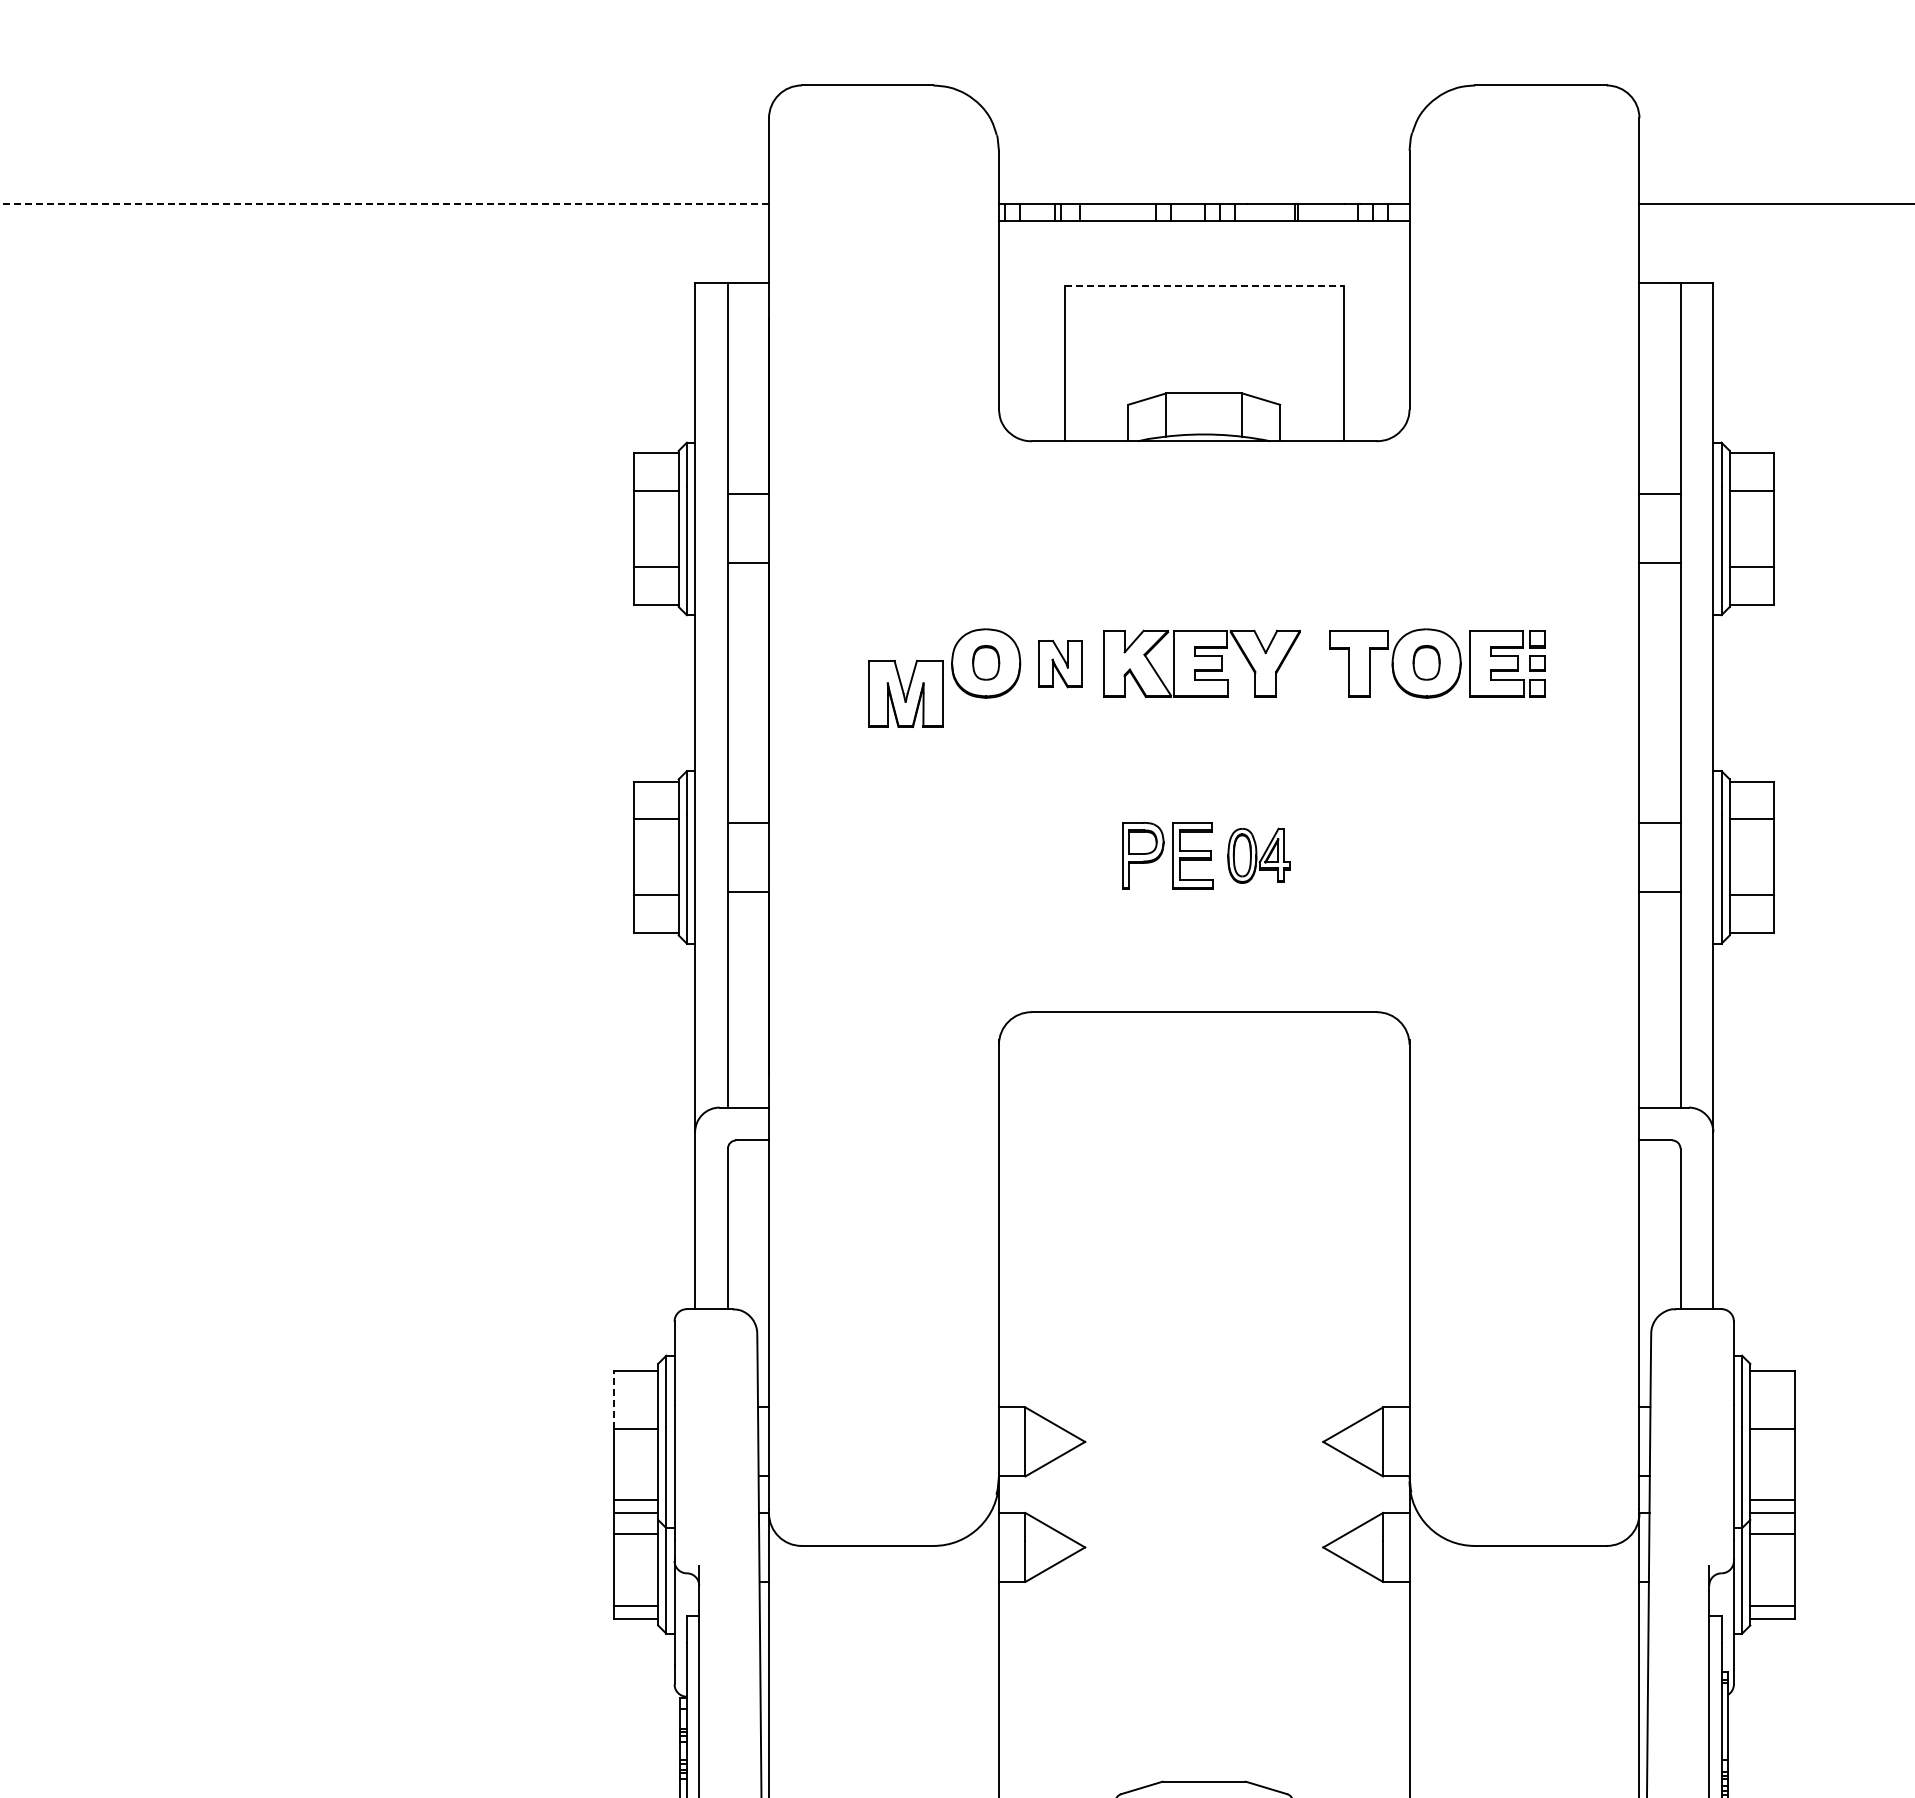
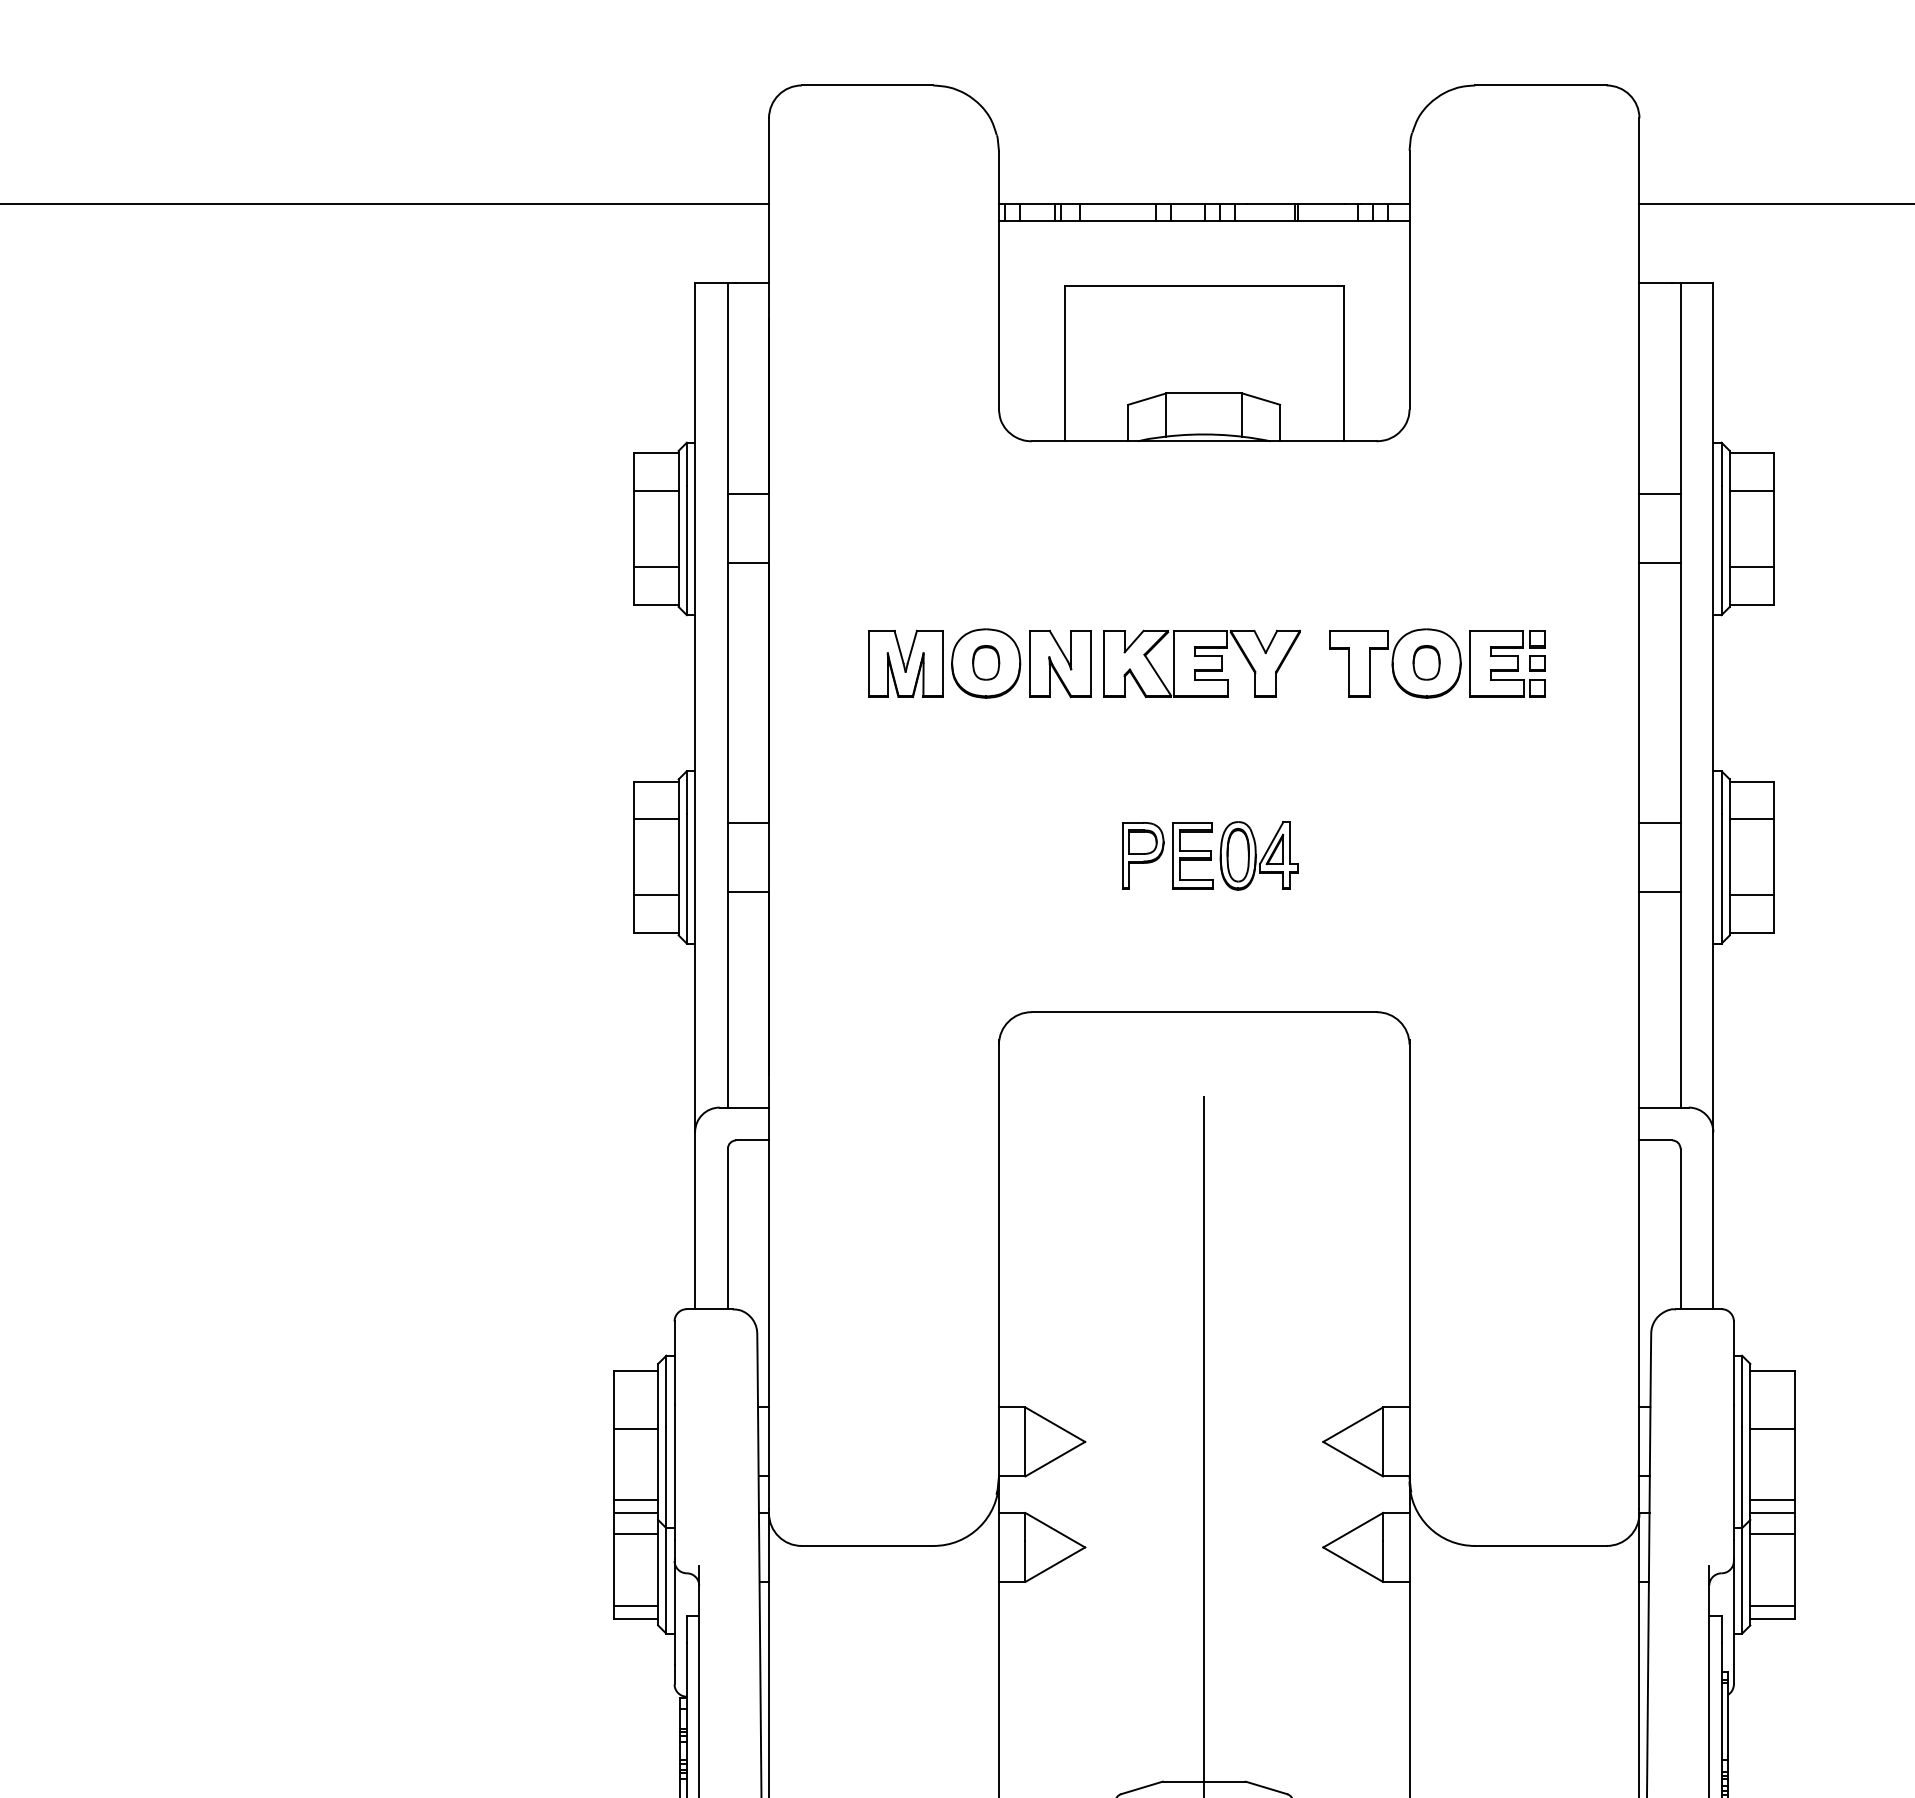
line at (384, 204): dashed -> solid
line at (1204, 286): dashed -> solid
part at (1060, 664) size: 45x49 px -> 63x69 px
part at (905, 693) position: (905, 693) -> (905, 663)
part at (1258, 855) size: 64x57 px -> 80x70 px
line at (613, 1399): dashed -> solid
line at (1204, 1444): none -> present
